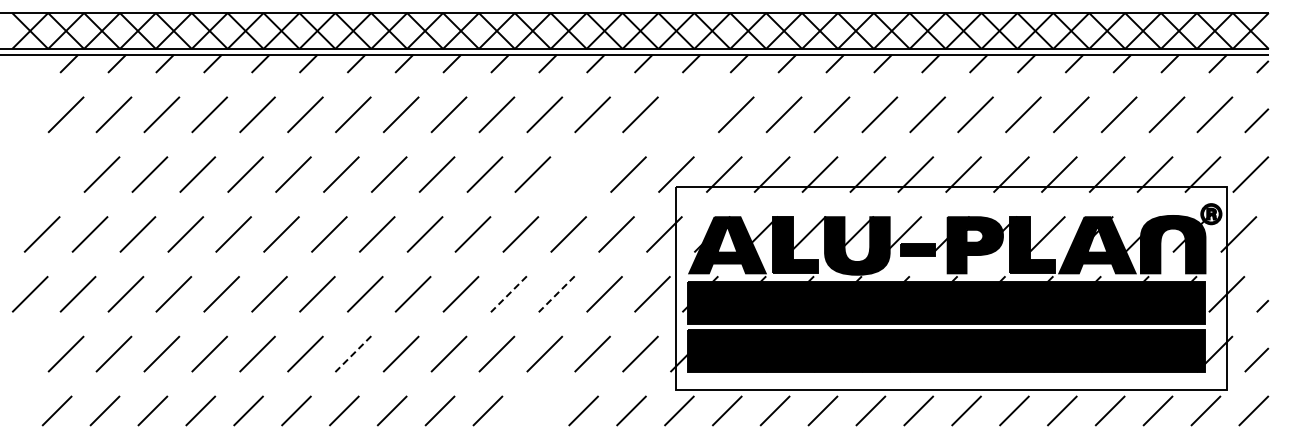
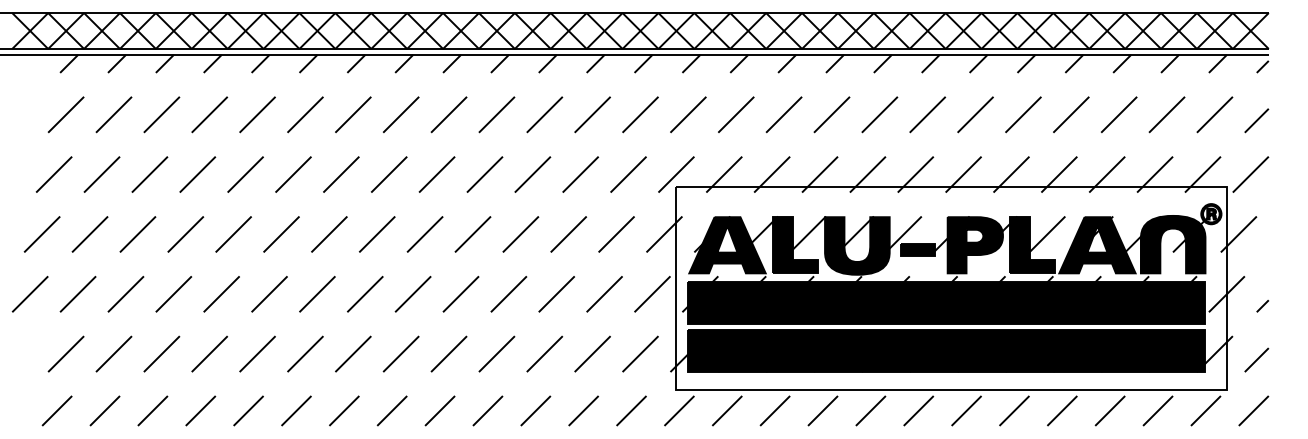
line at (688, 114): none -> present
line at (53, 174): none -> present
line at (580, 174): none -> present
line at (508, 294): dashed -> solid
line at (556, 294): dashed -> solid
line at (352, 354): dashed -> solid
line at (535, 410): none -> present
